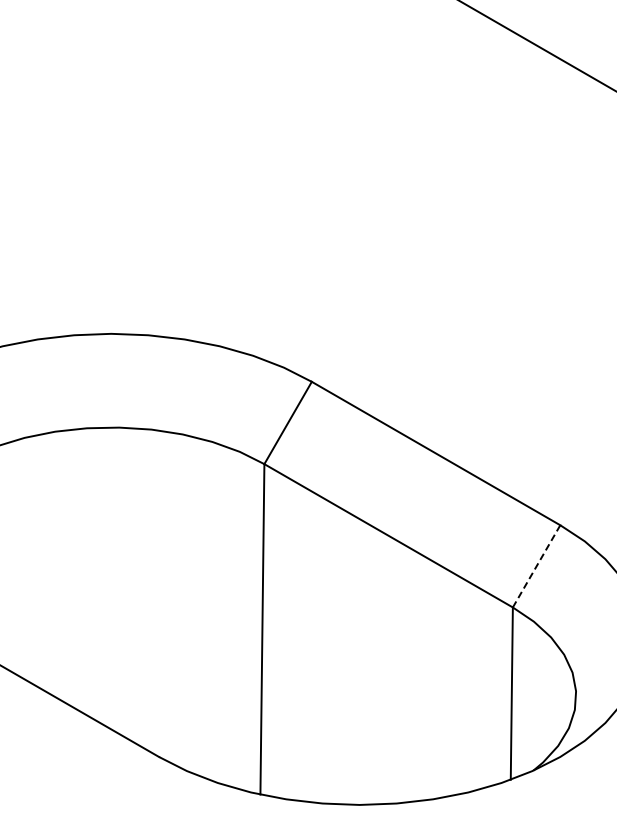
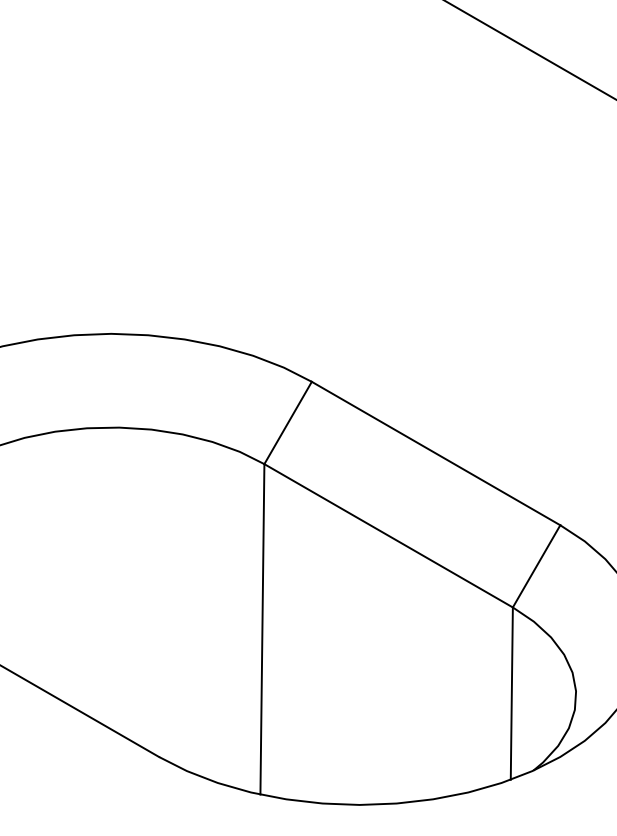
line at (537, 45) position: (537, 45) -> (530, 50)
line at (536, 566): dashed -> solid
